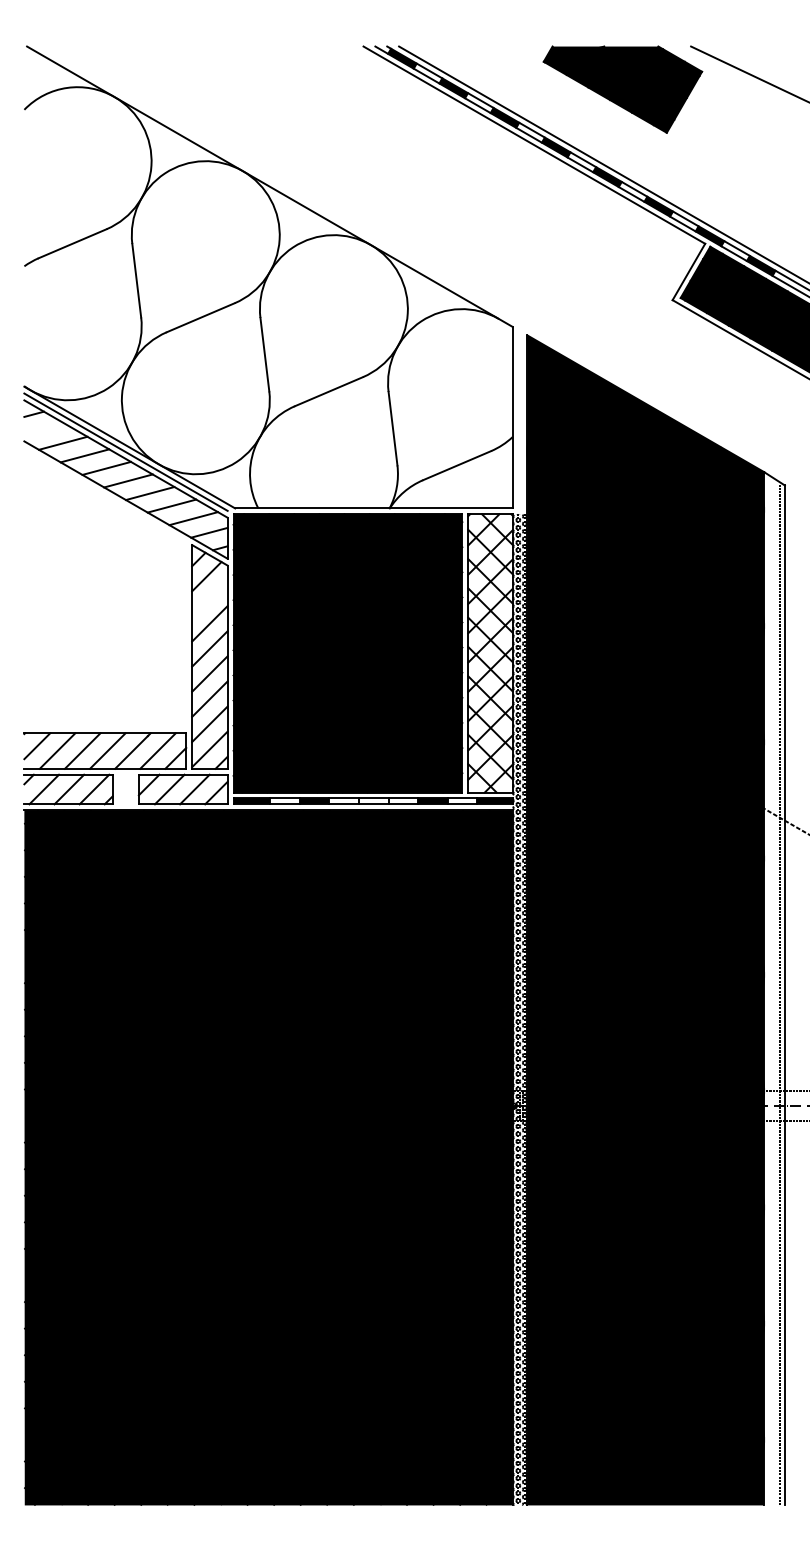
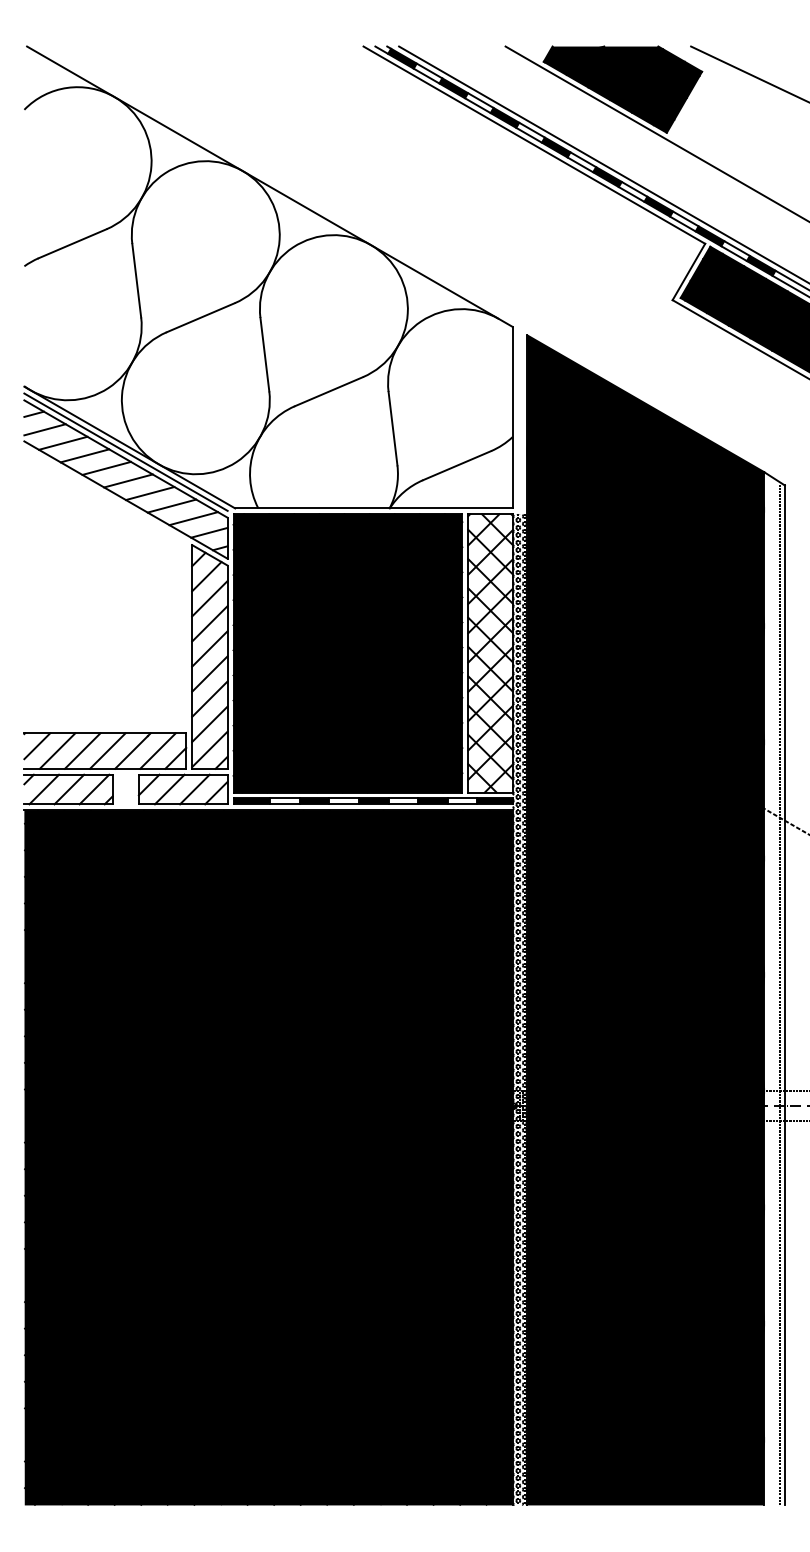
line at (655, 133): none -> present
line at (44, 429): none -> present
line at (209, 598): none -> present
fill at (373, 801): none -> present
